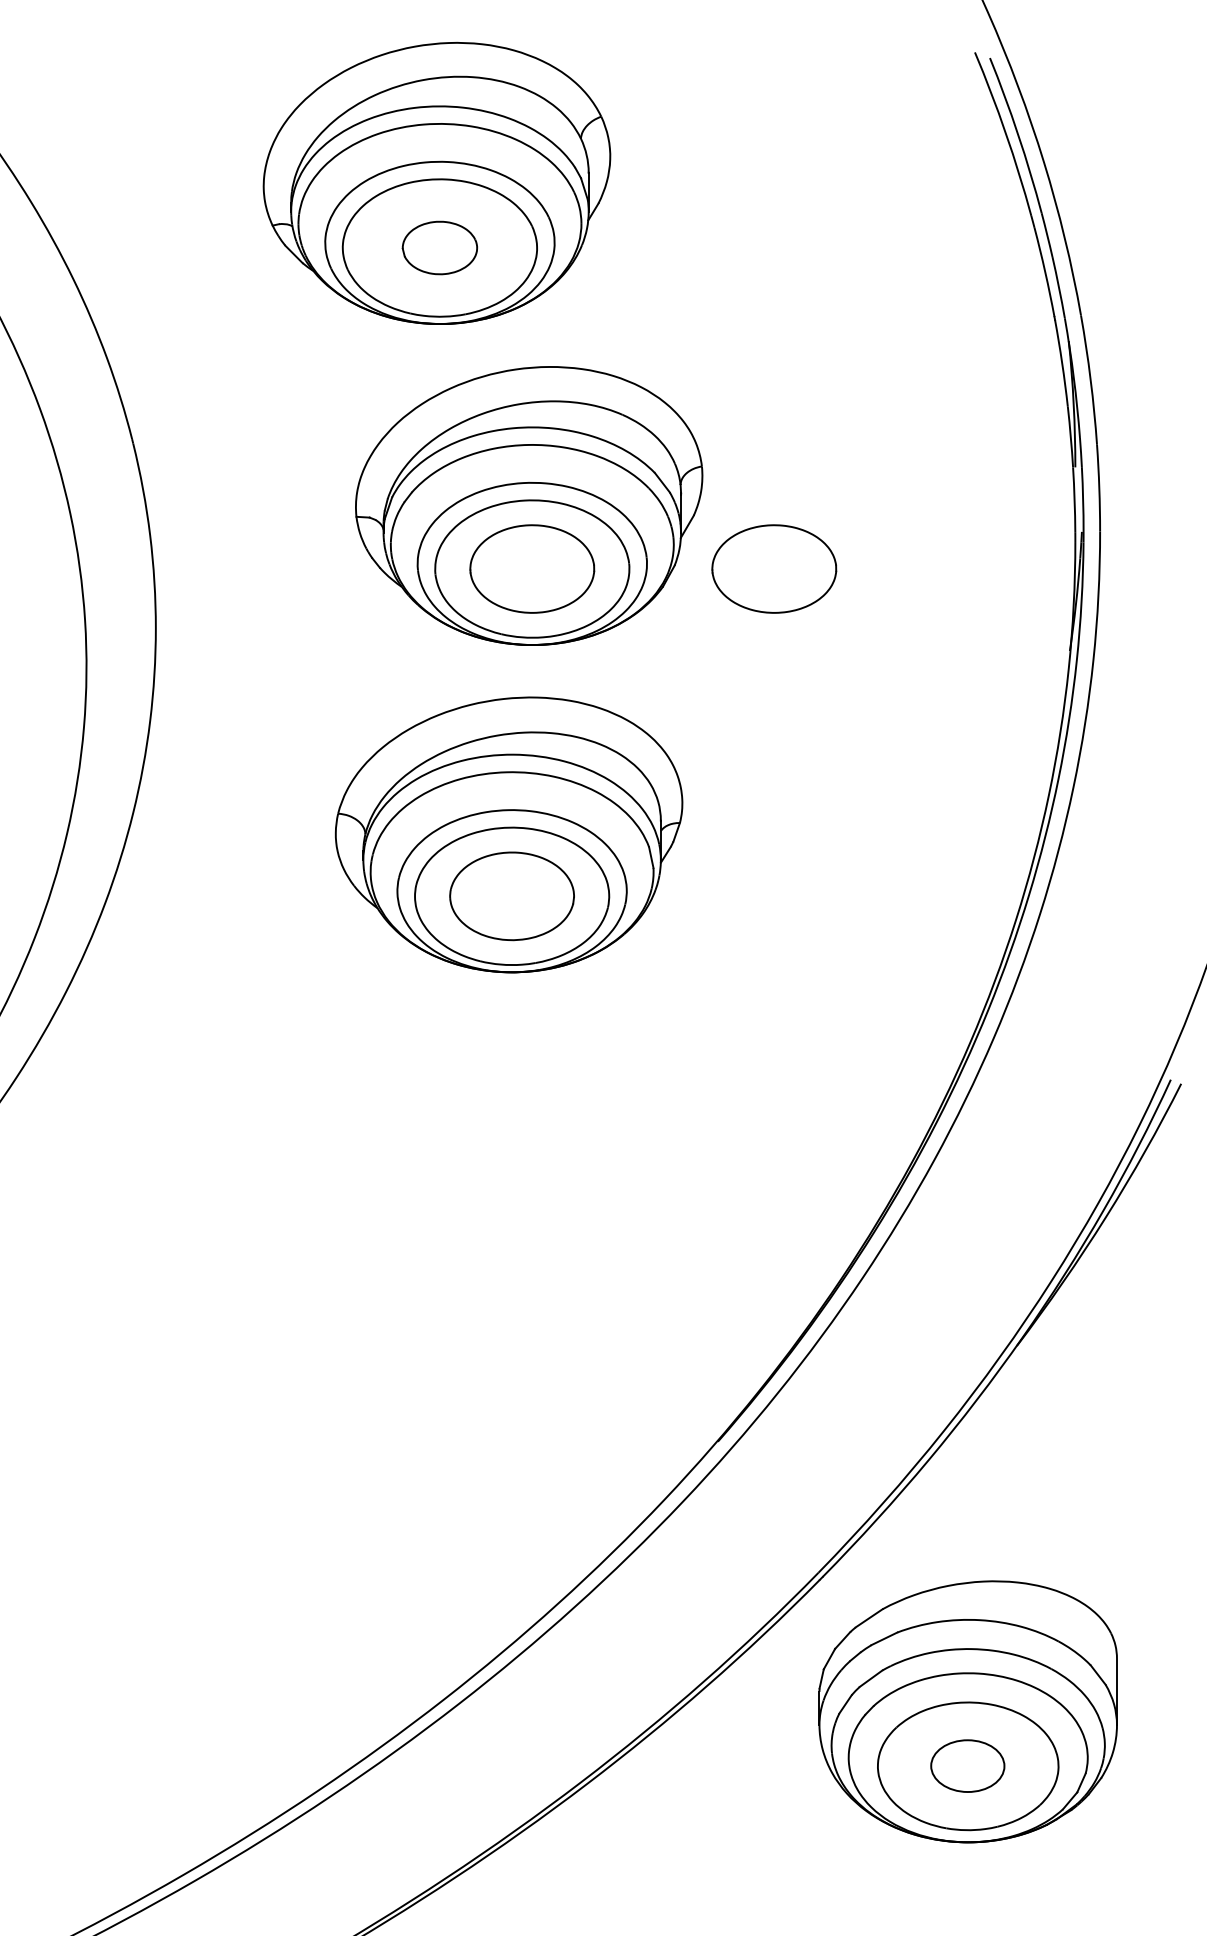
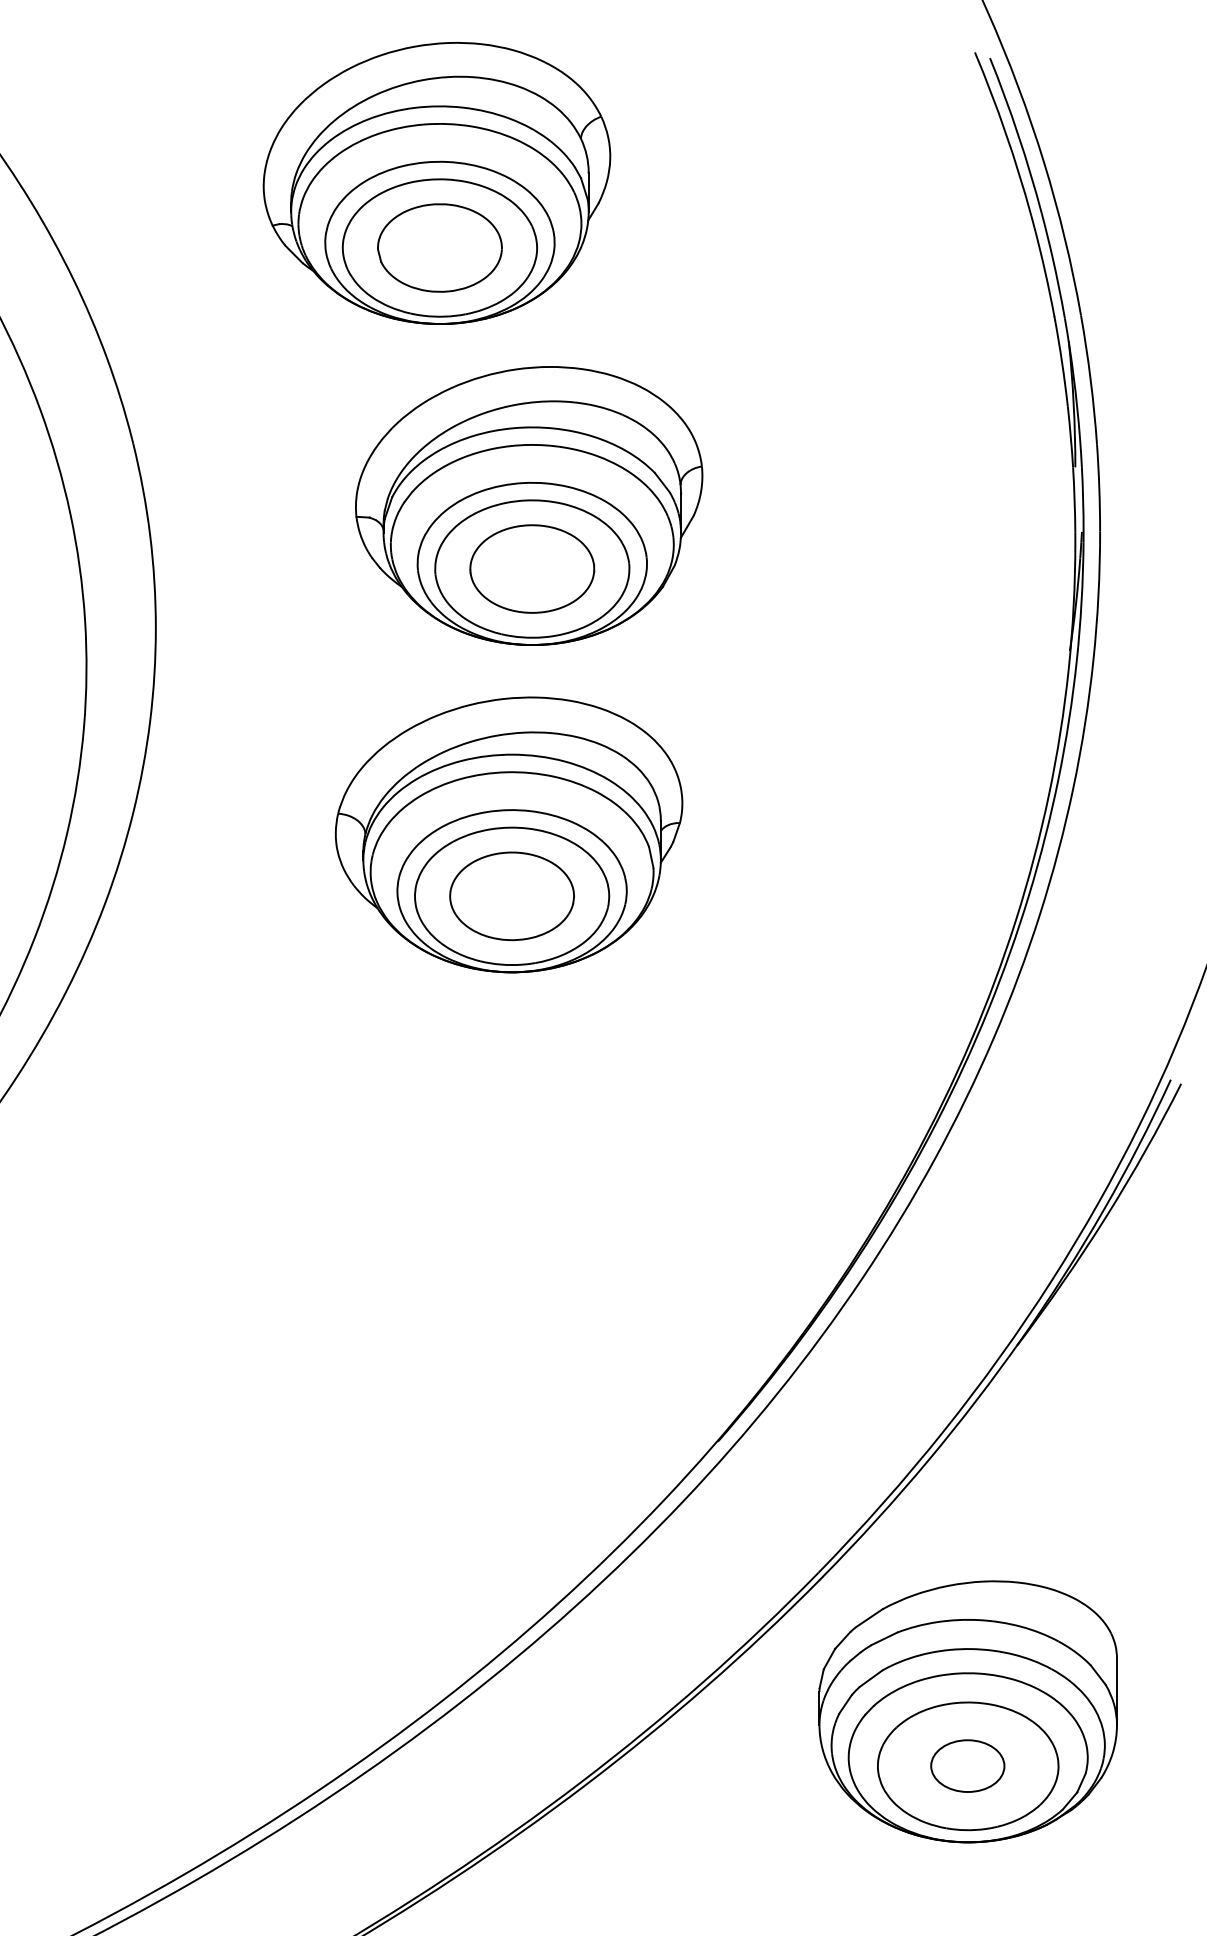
part at (439, 247) size: 77x56 px -> 126x90 px
part at (774, 568): present -> none
